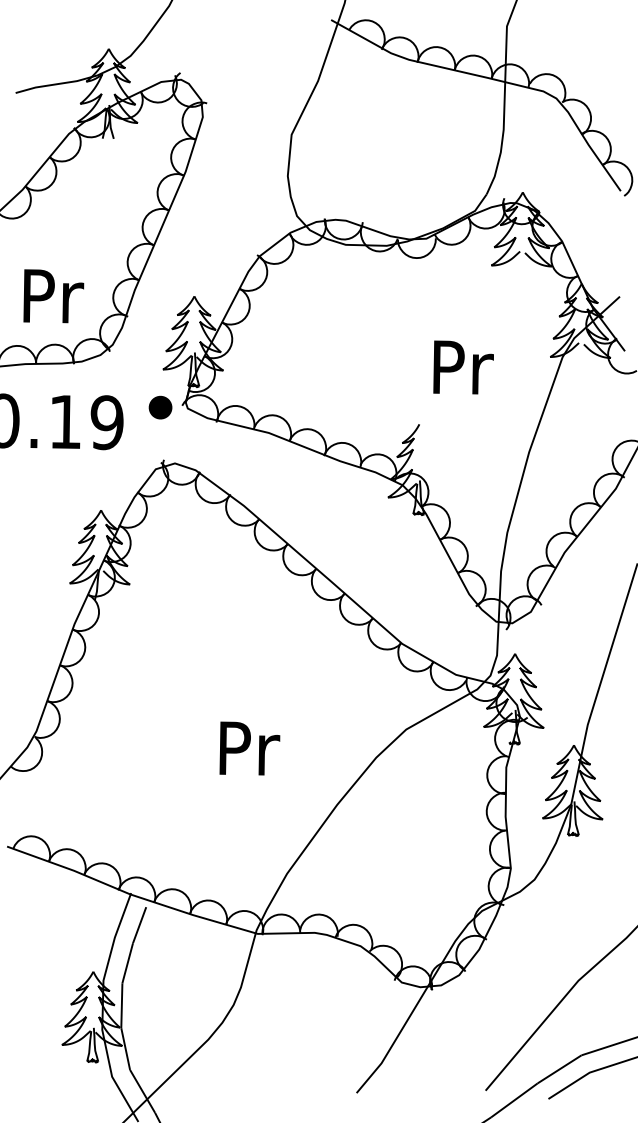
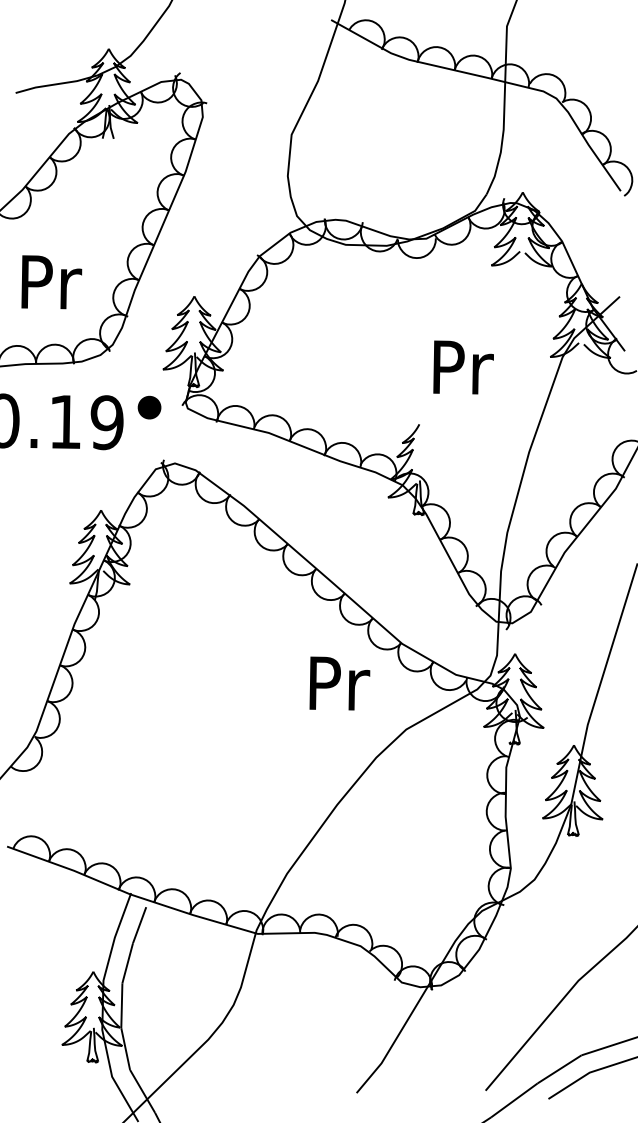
text at (53, 296) position: (53, 296) -> (51, 282)
part at (160, 407) position: (160, 407) -> (149, 407)
text at (249, 748) position: (249, 748) -> (339, 683)
